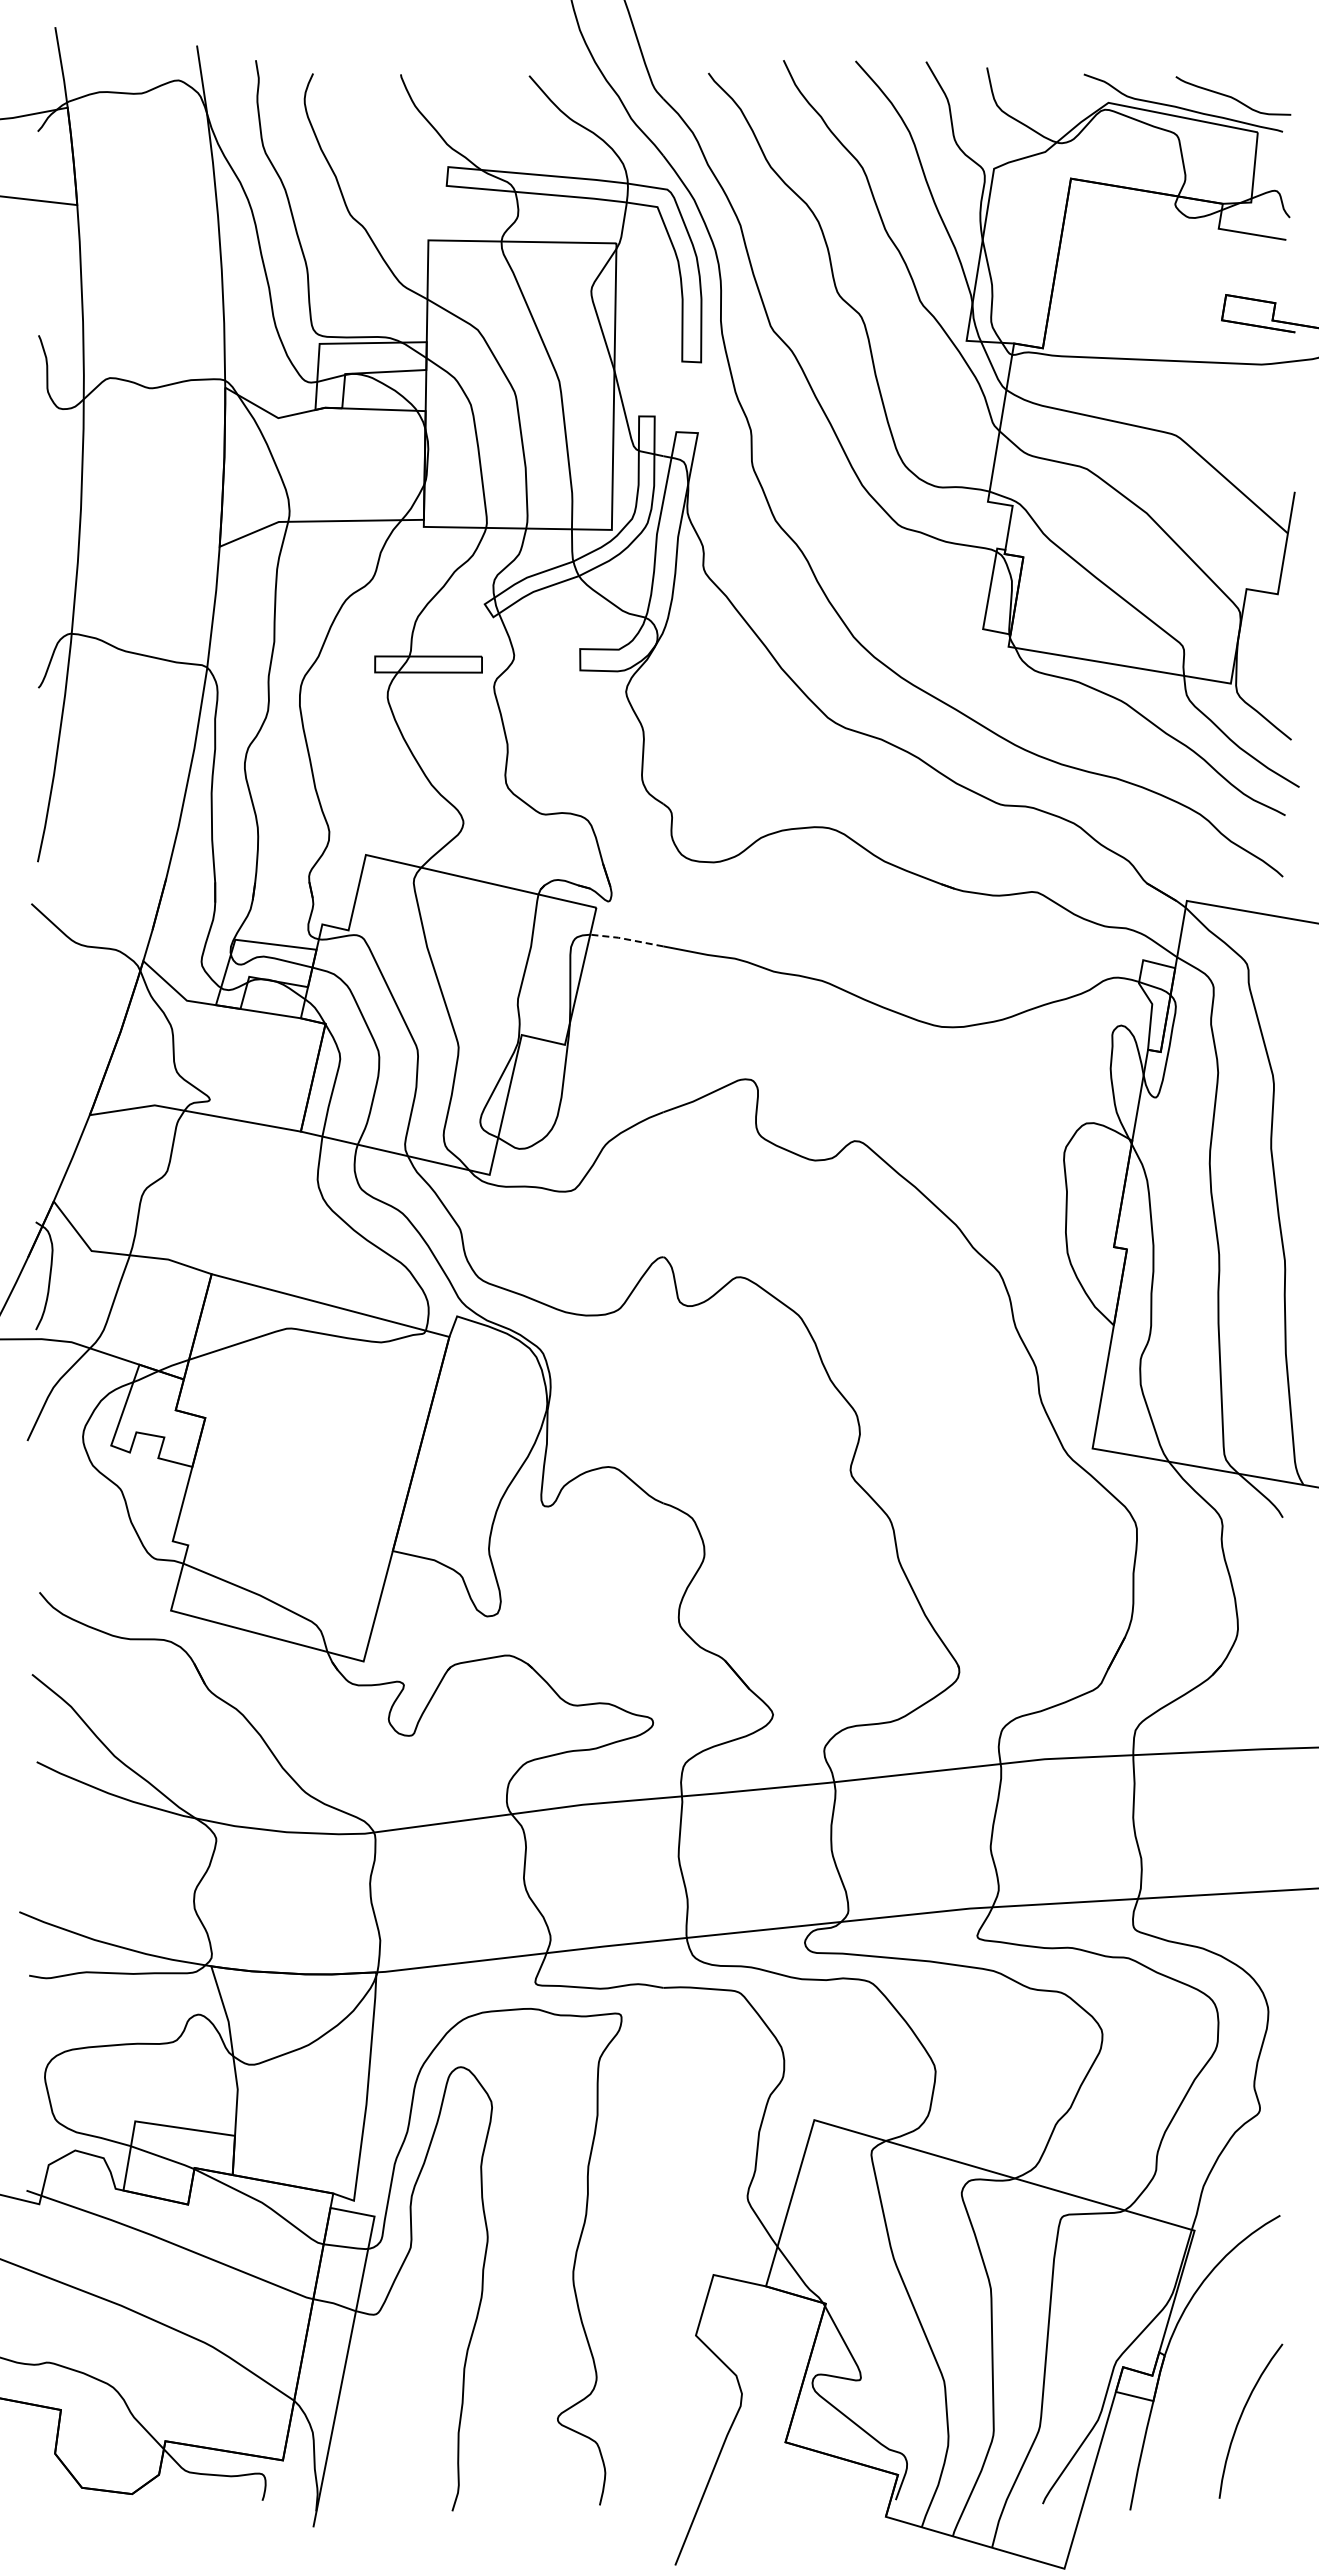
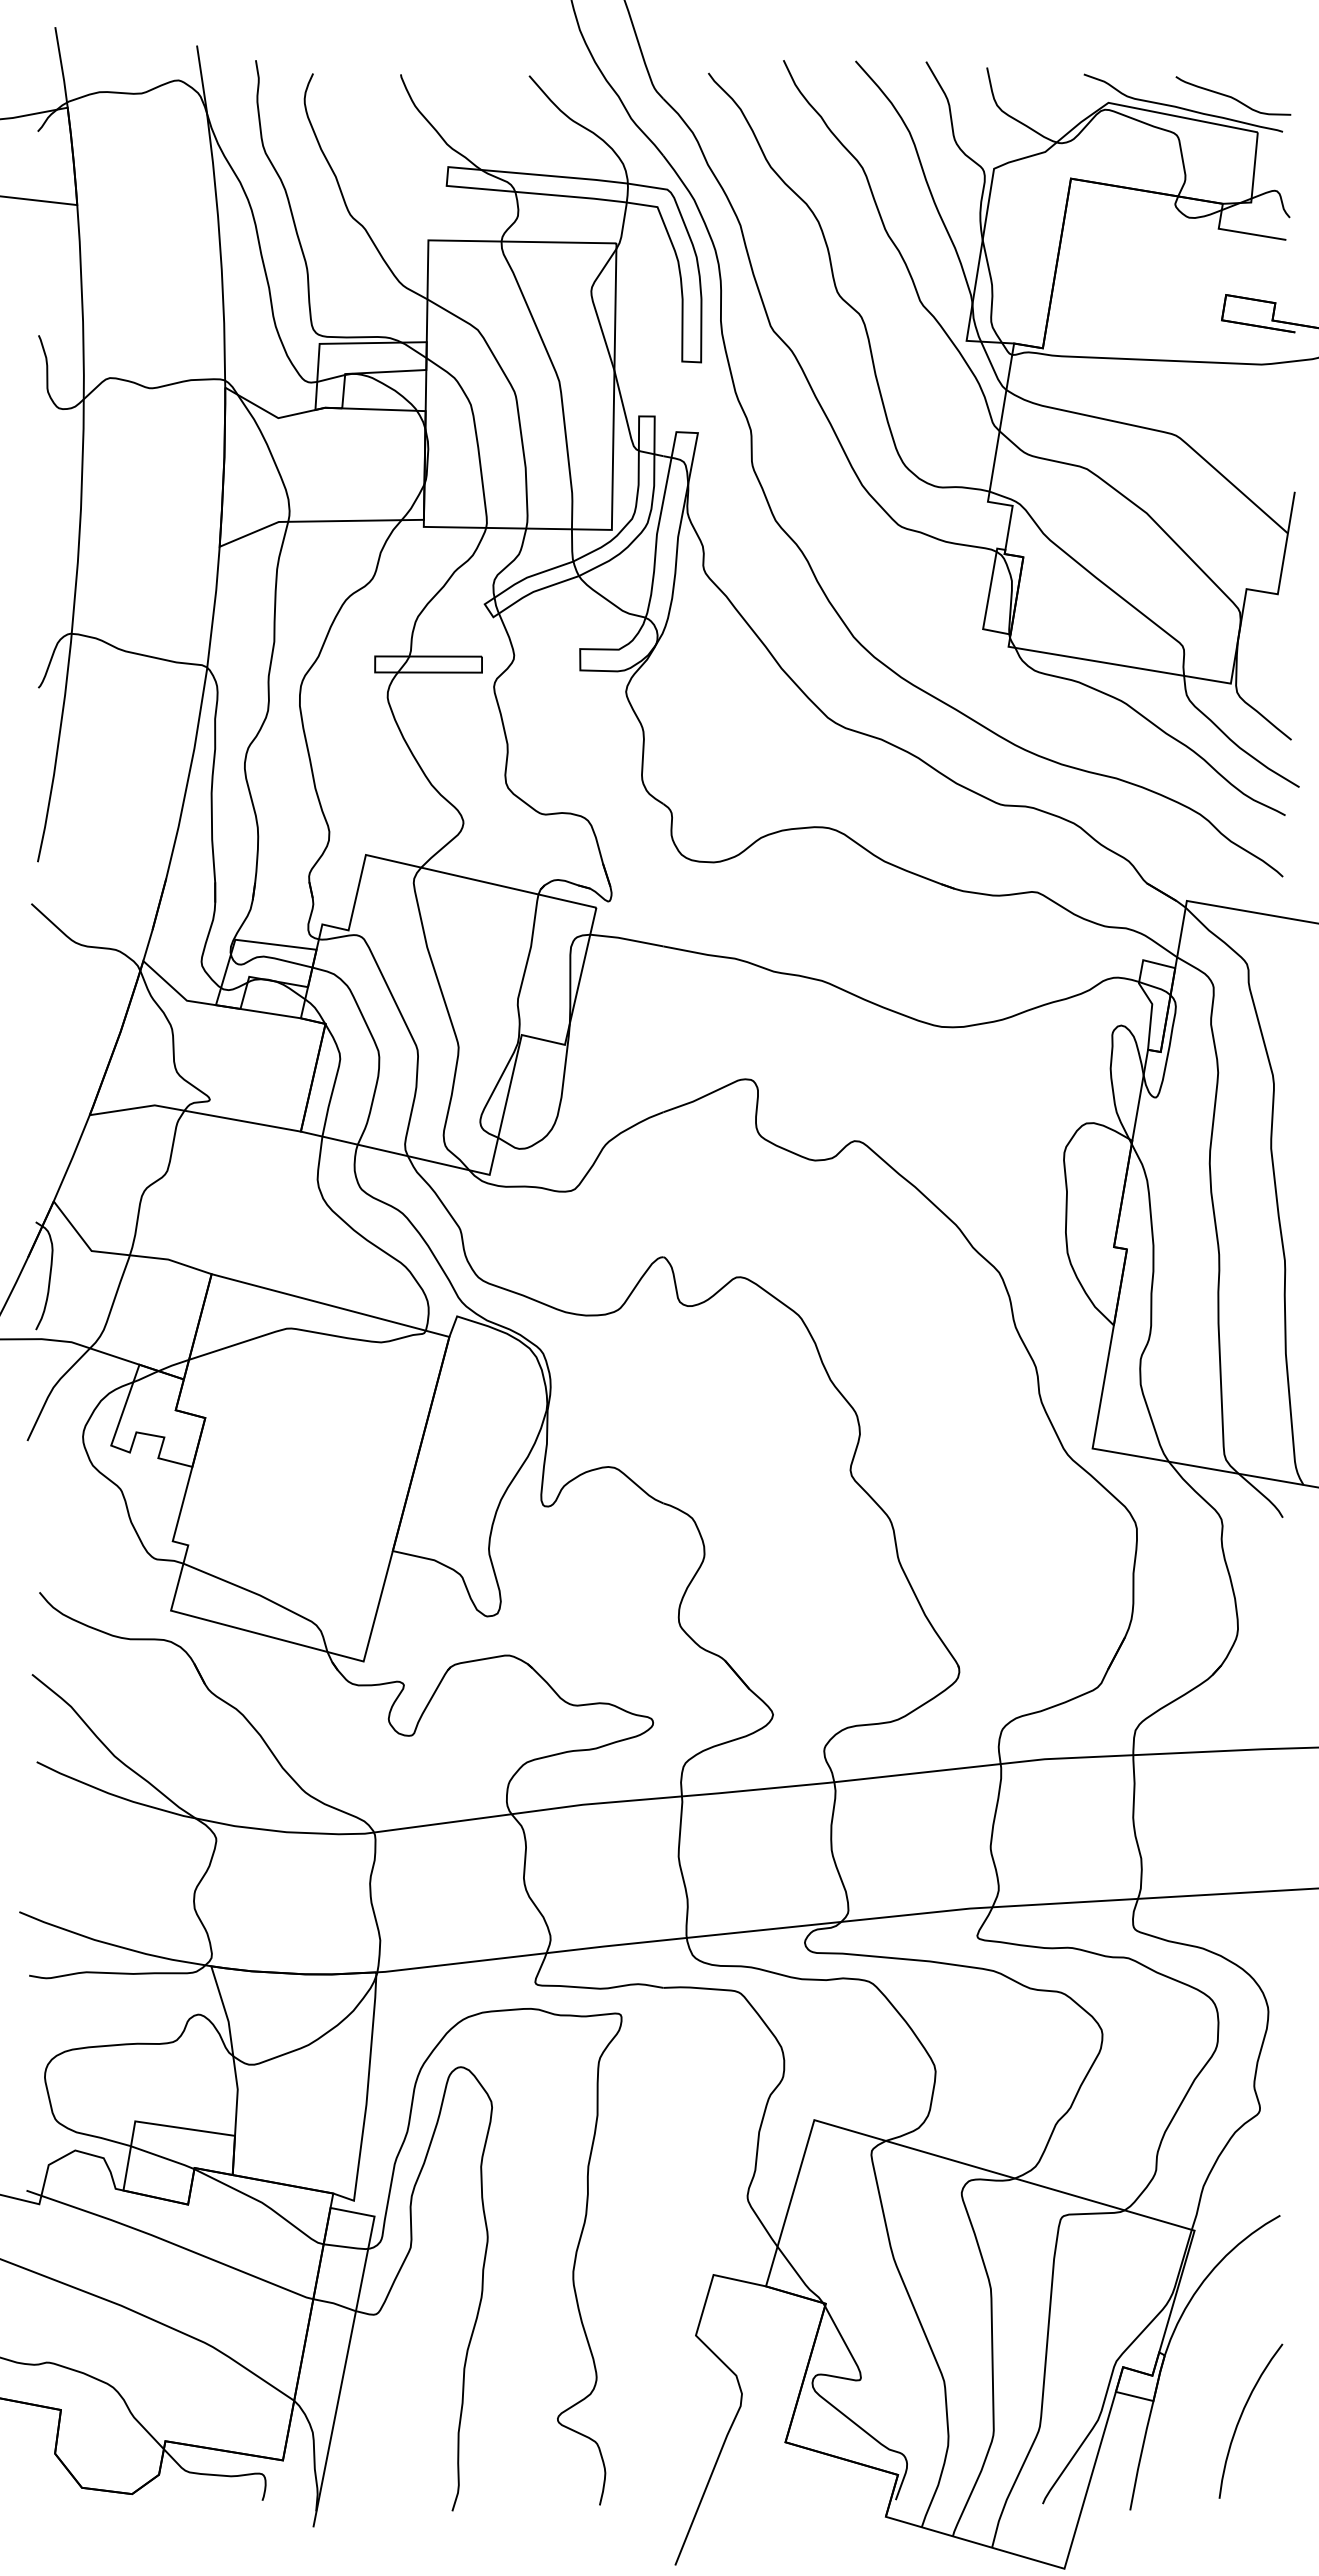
line at (626, 939): dashed -> solid
